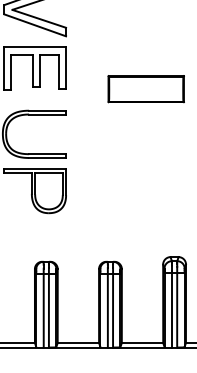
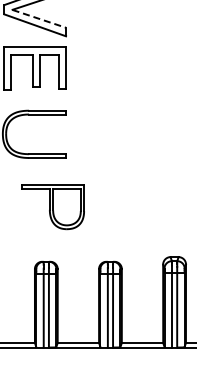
line at (39, 19): solid -> dashed
part at (145, 89): present -> none
part at (34, 191) position: (34, 191) -> (52, 207)
